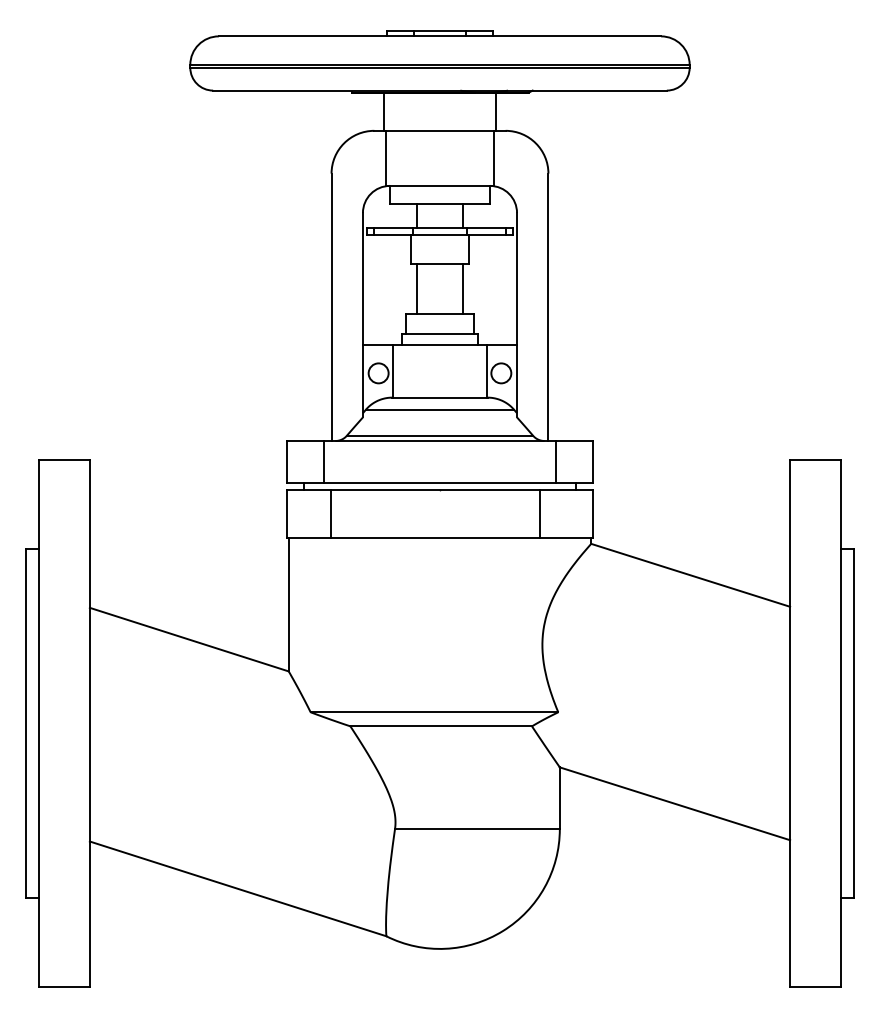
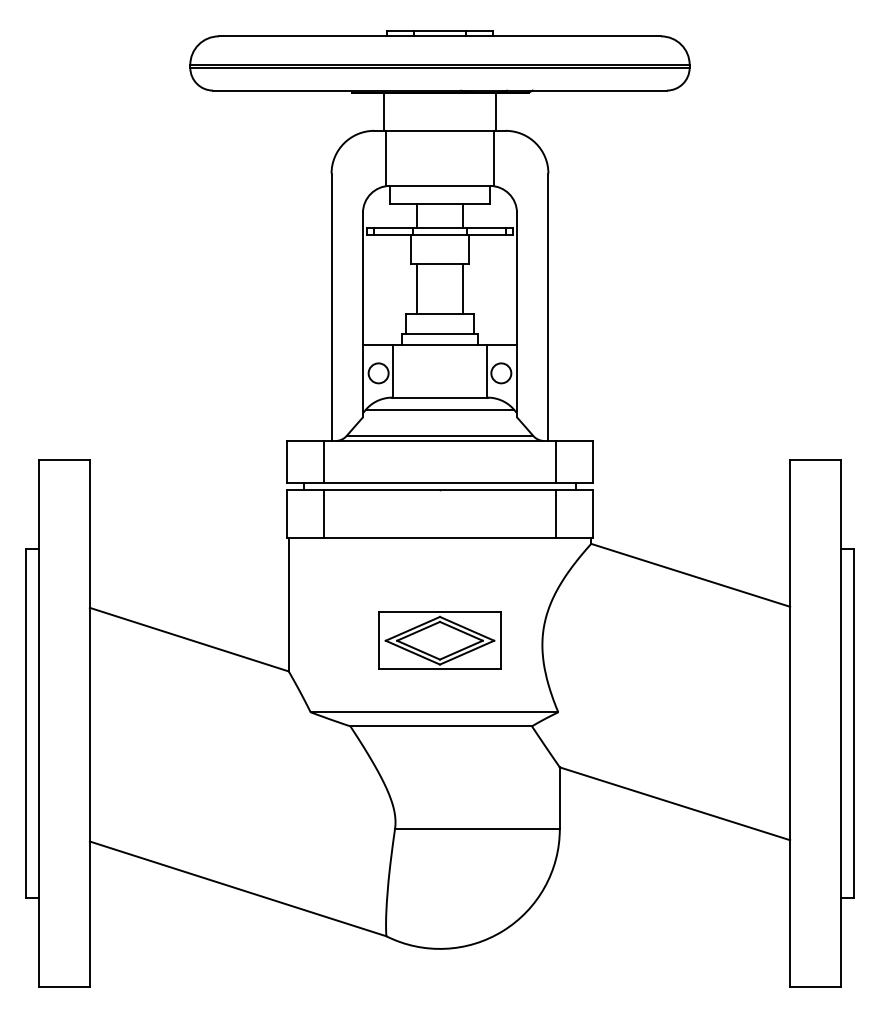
line at (330, 513) position: (330, 513) -> (323, 513)
line at (540, 513) position: (540, 513) -> (556, 513)
part at (439, 640): none -> present
